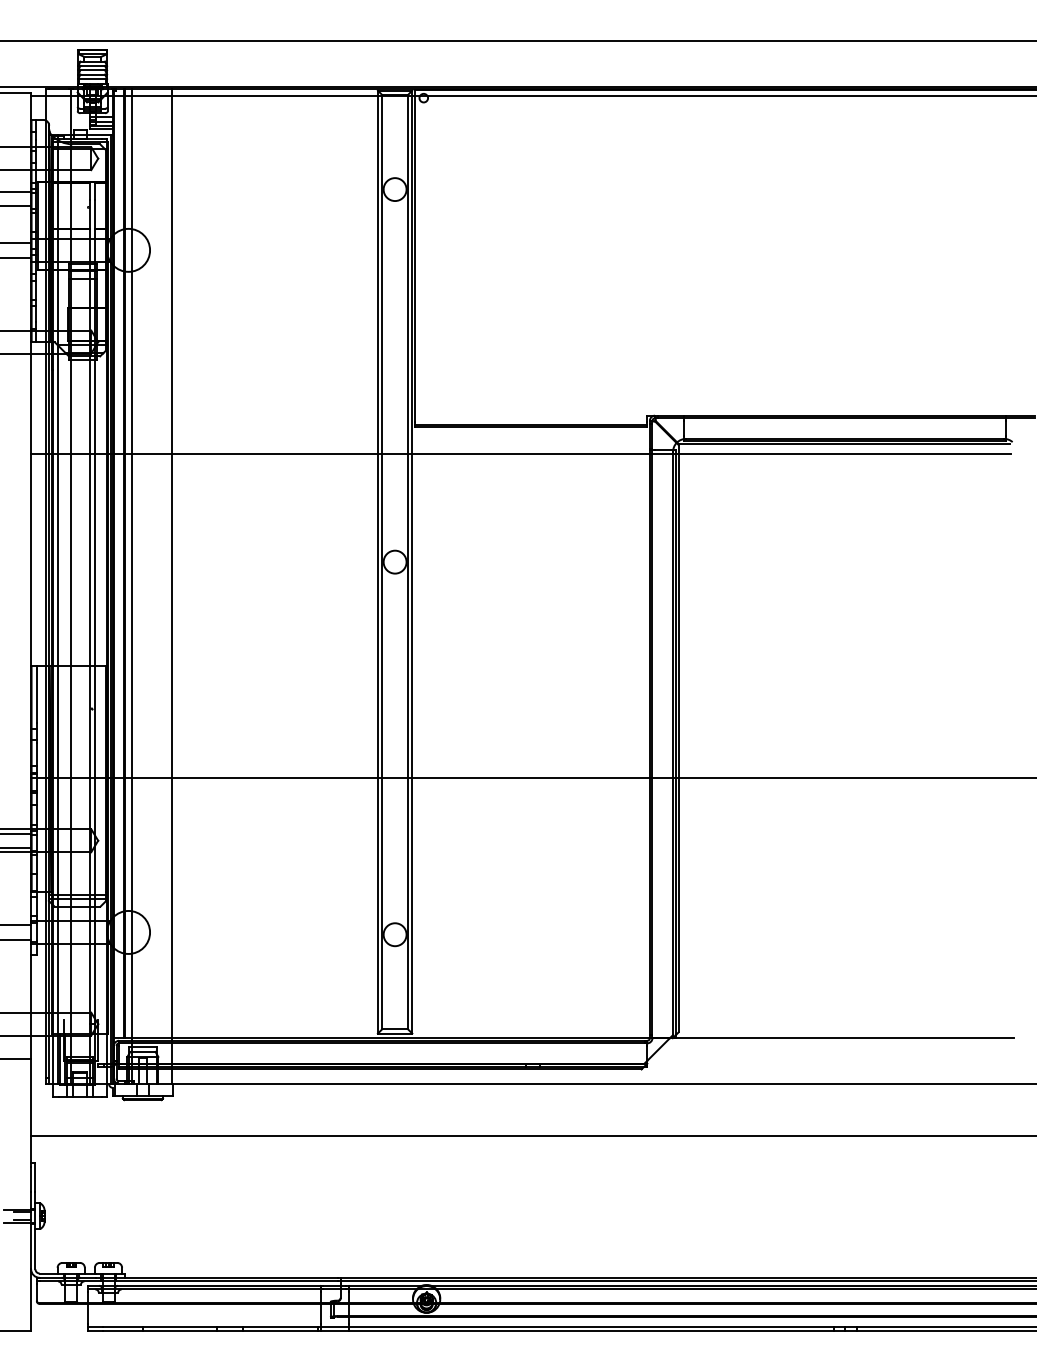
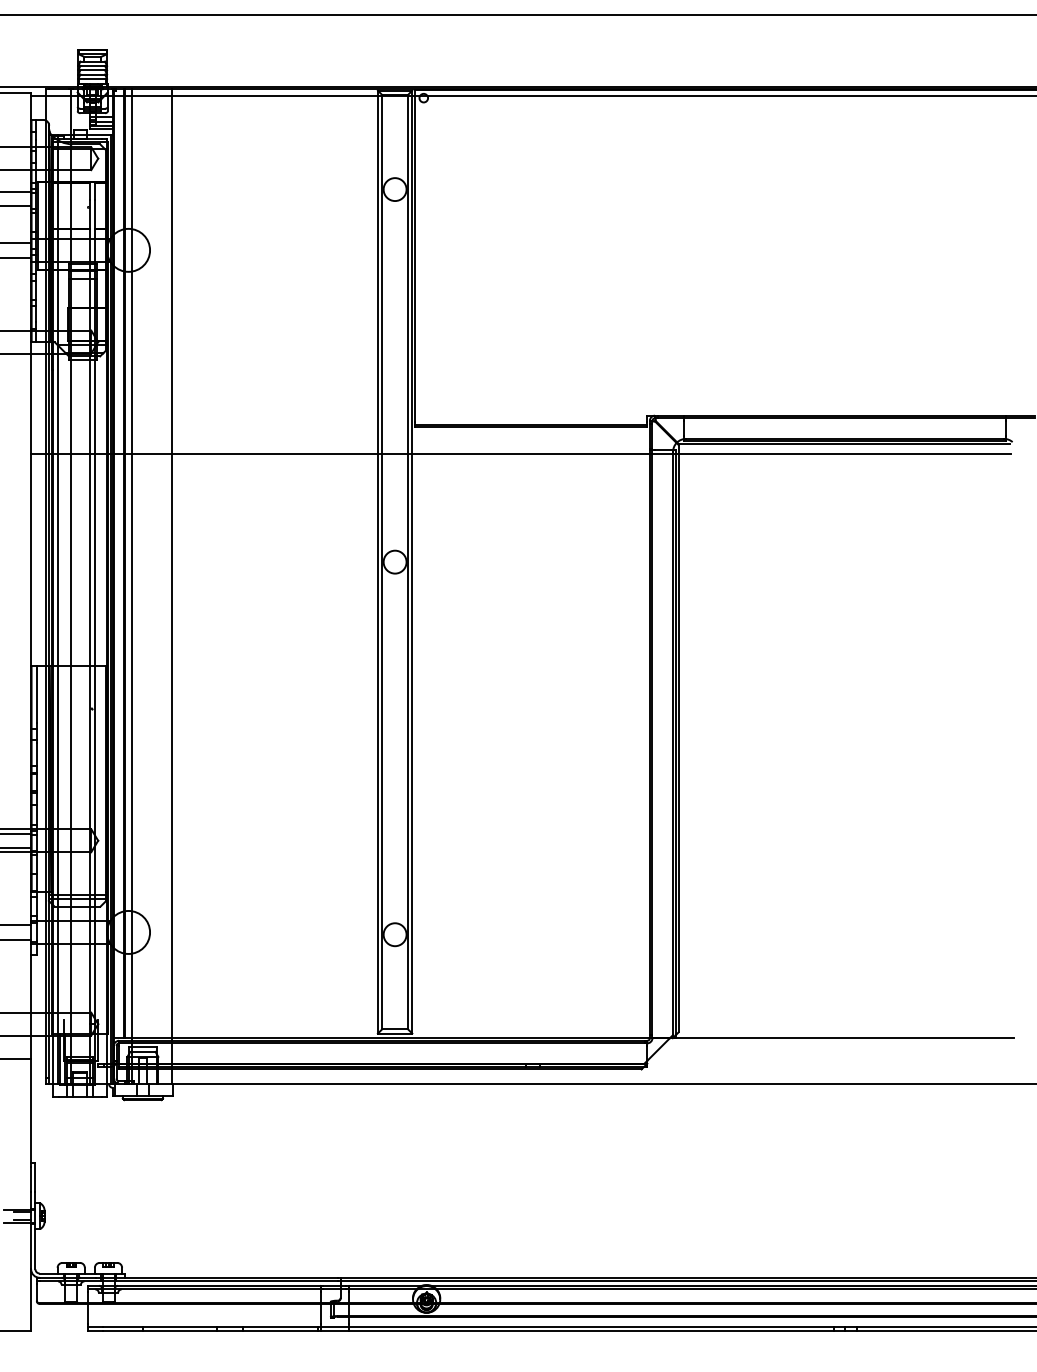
line at (517, 41) position: (517, 41) -> (517, 15)
line at (532, 777): present -> none
line at (532, 1135): present -> none
